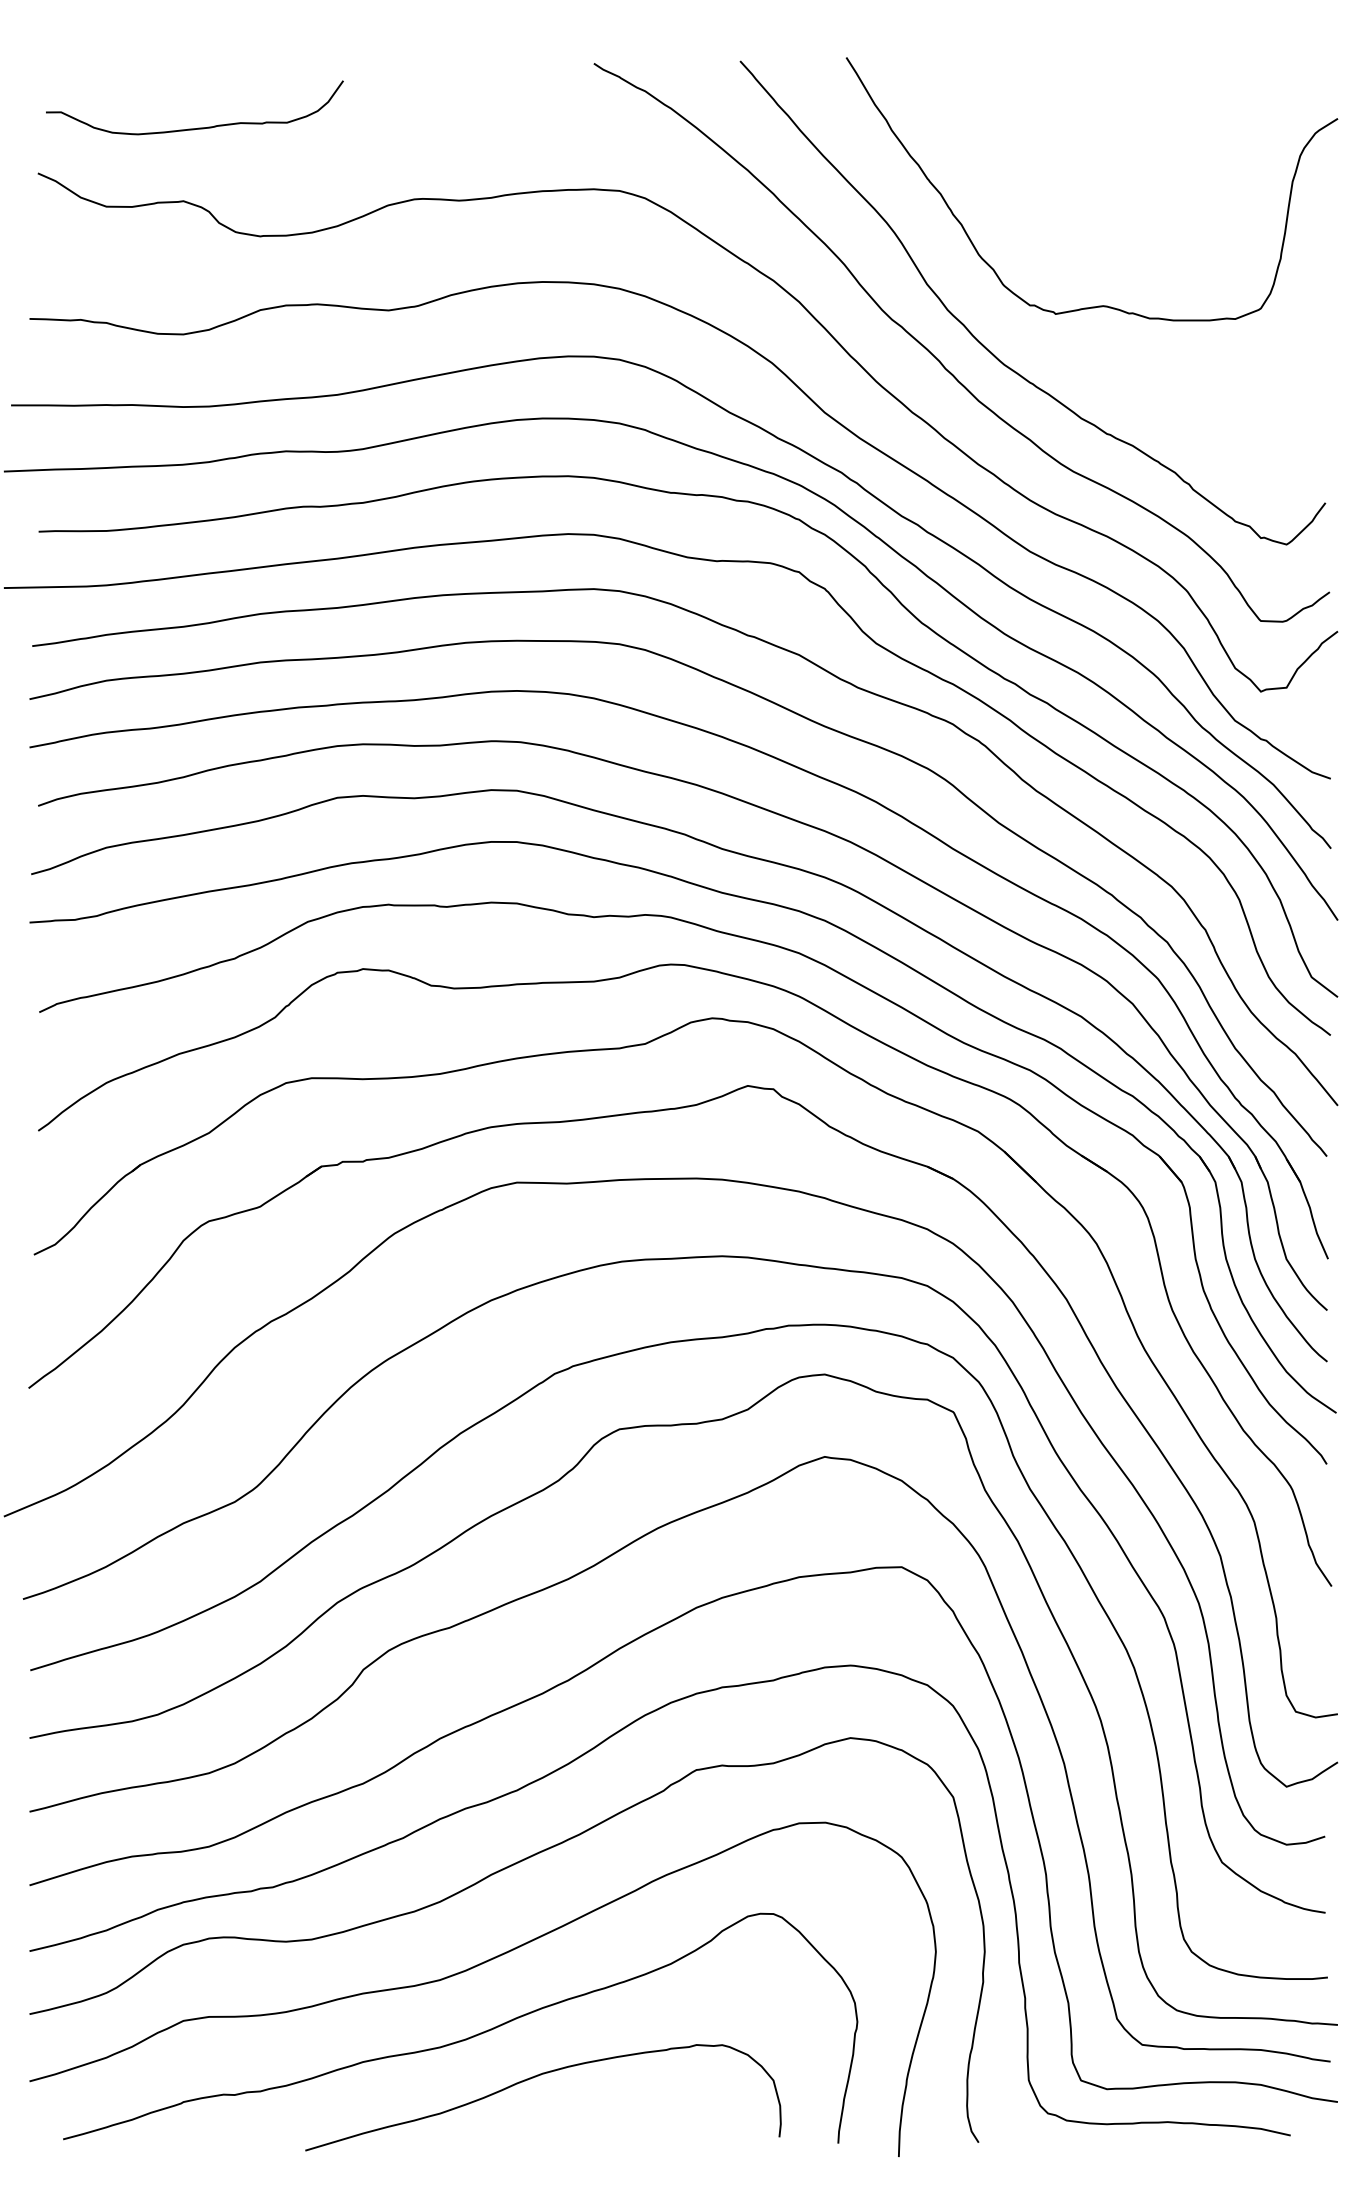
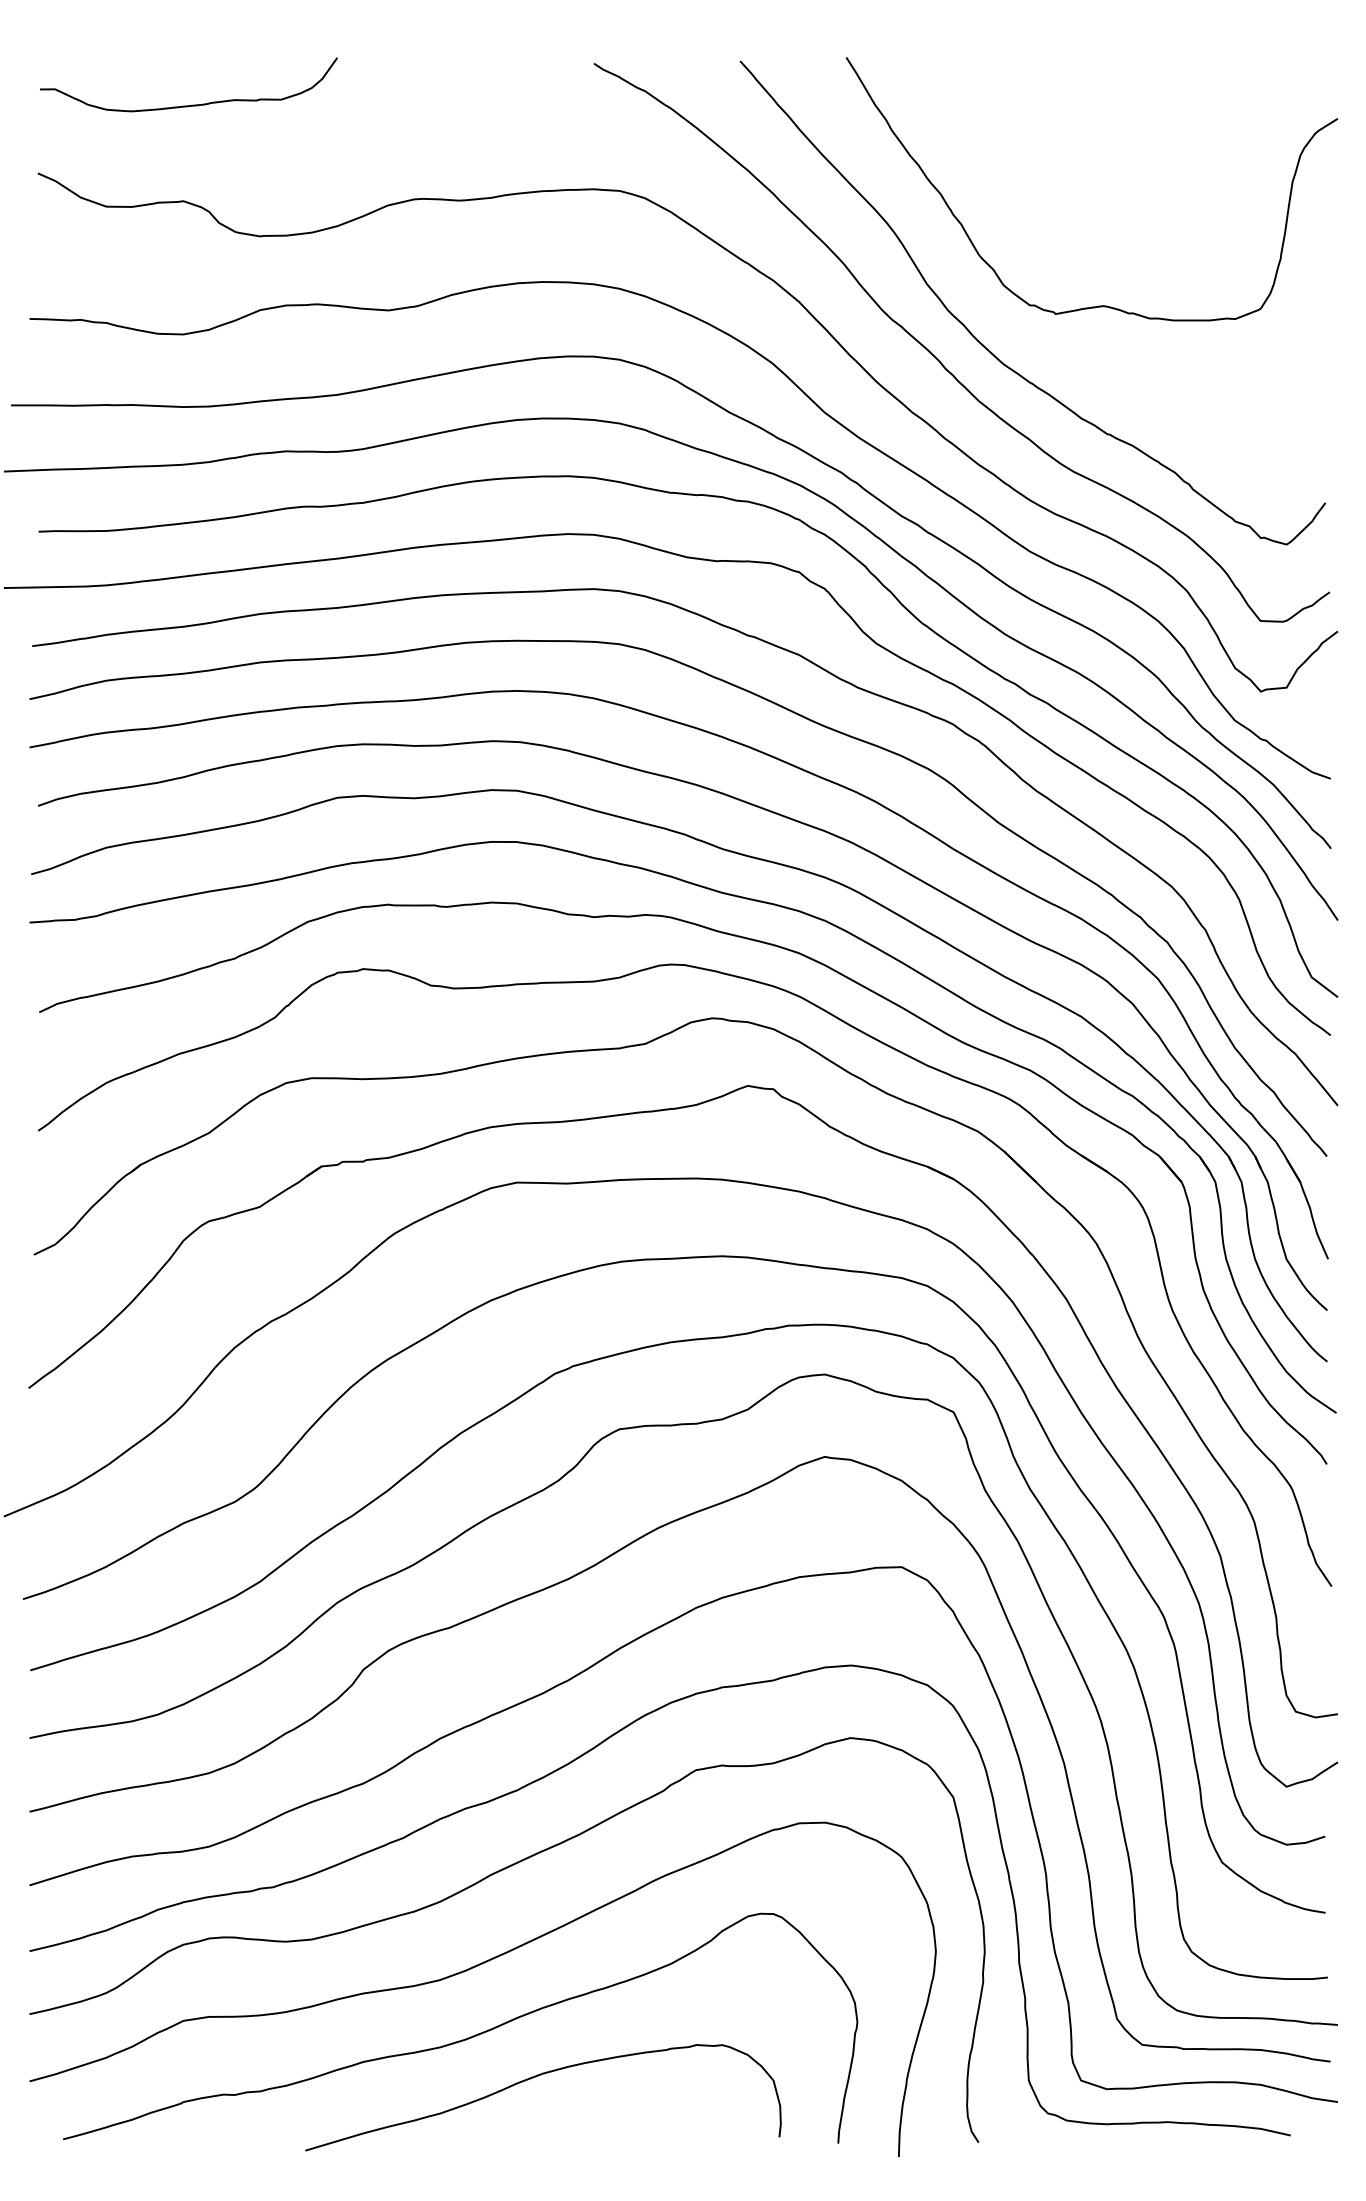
curve at (198, 127) position: (198, 127) -> (192, 104)
